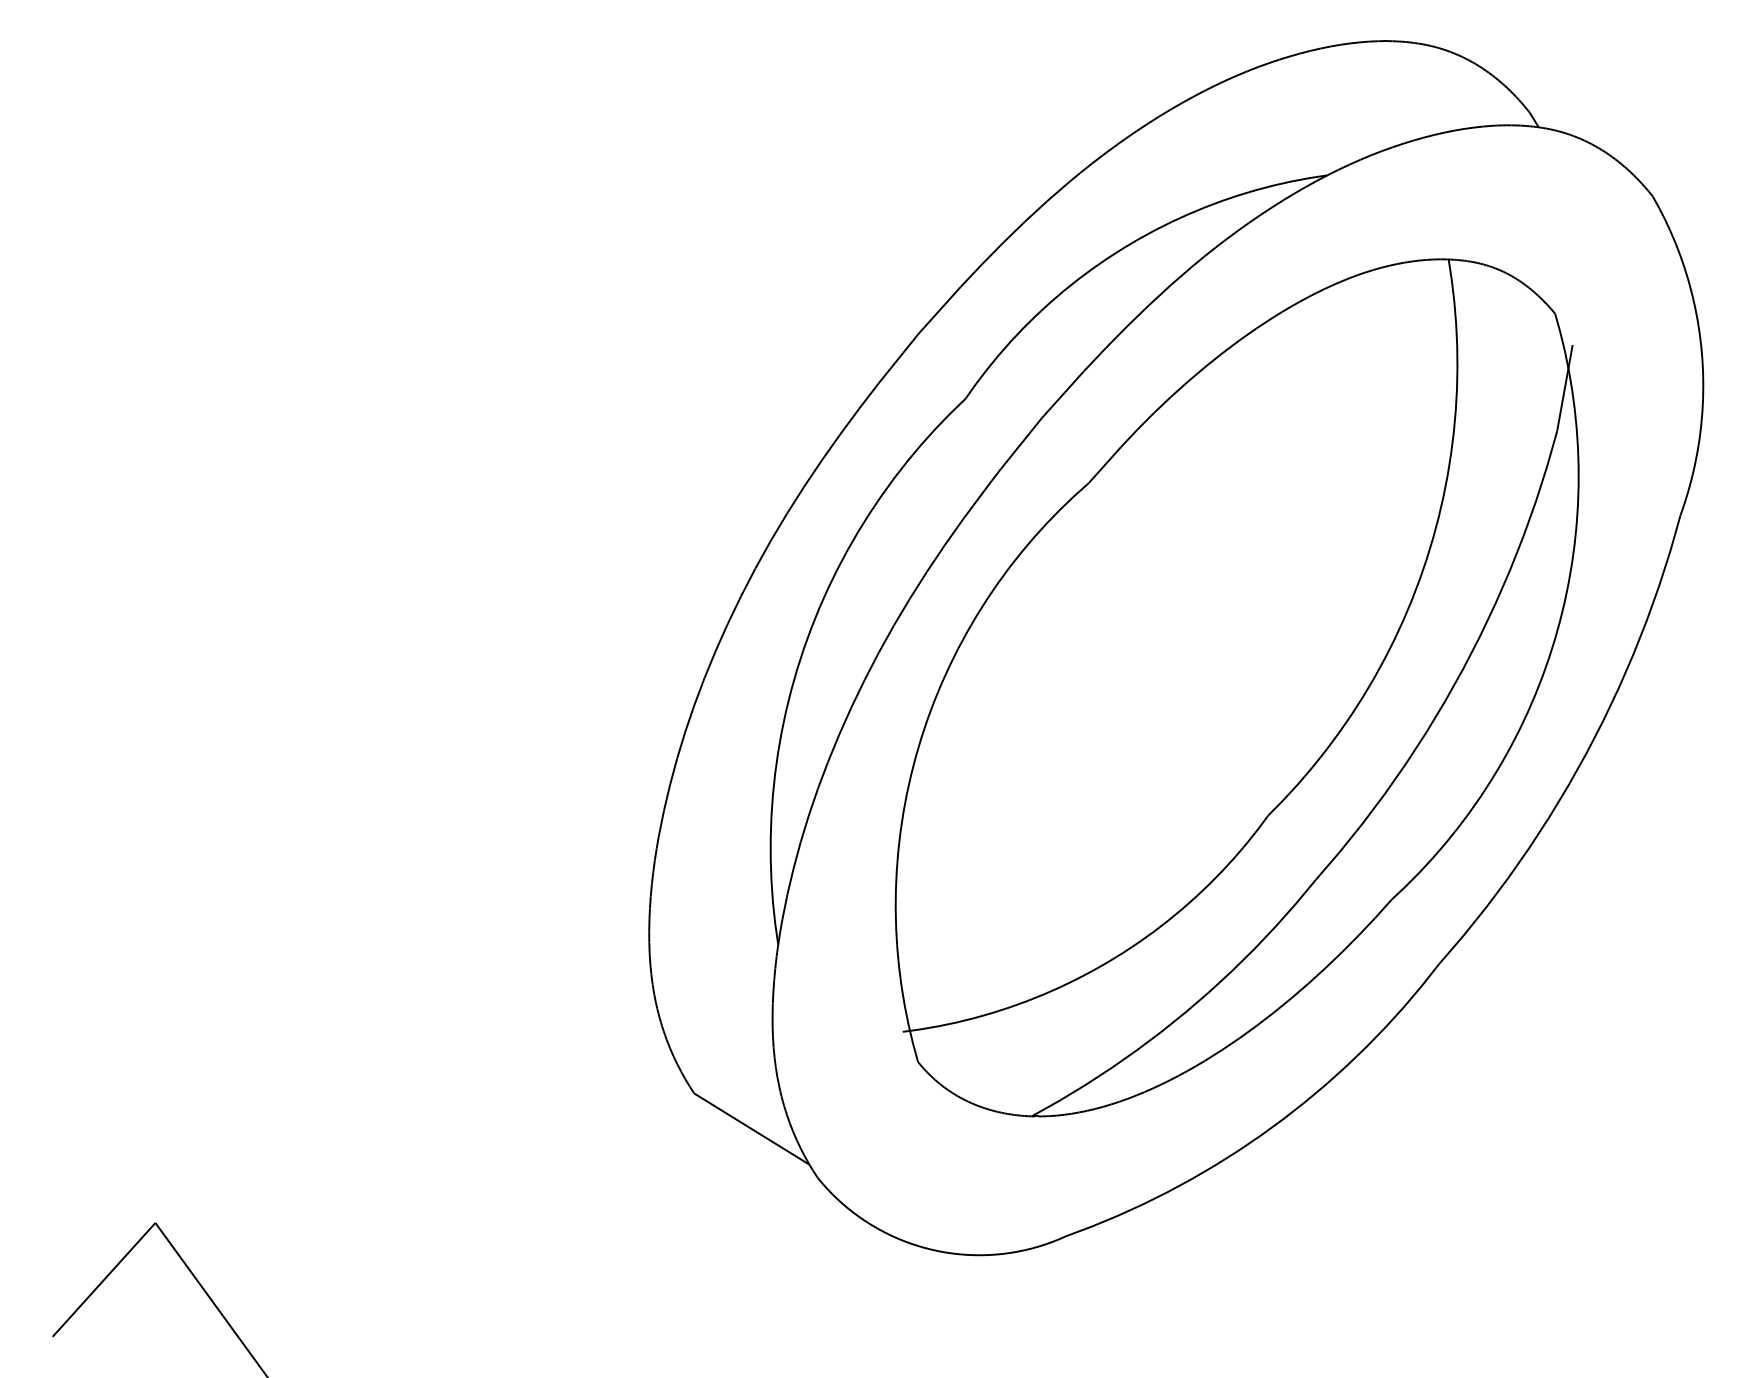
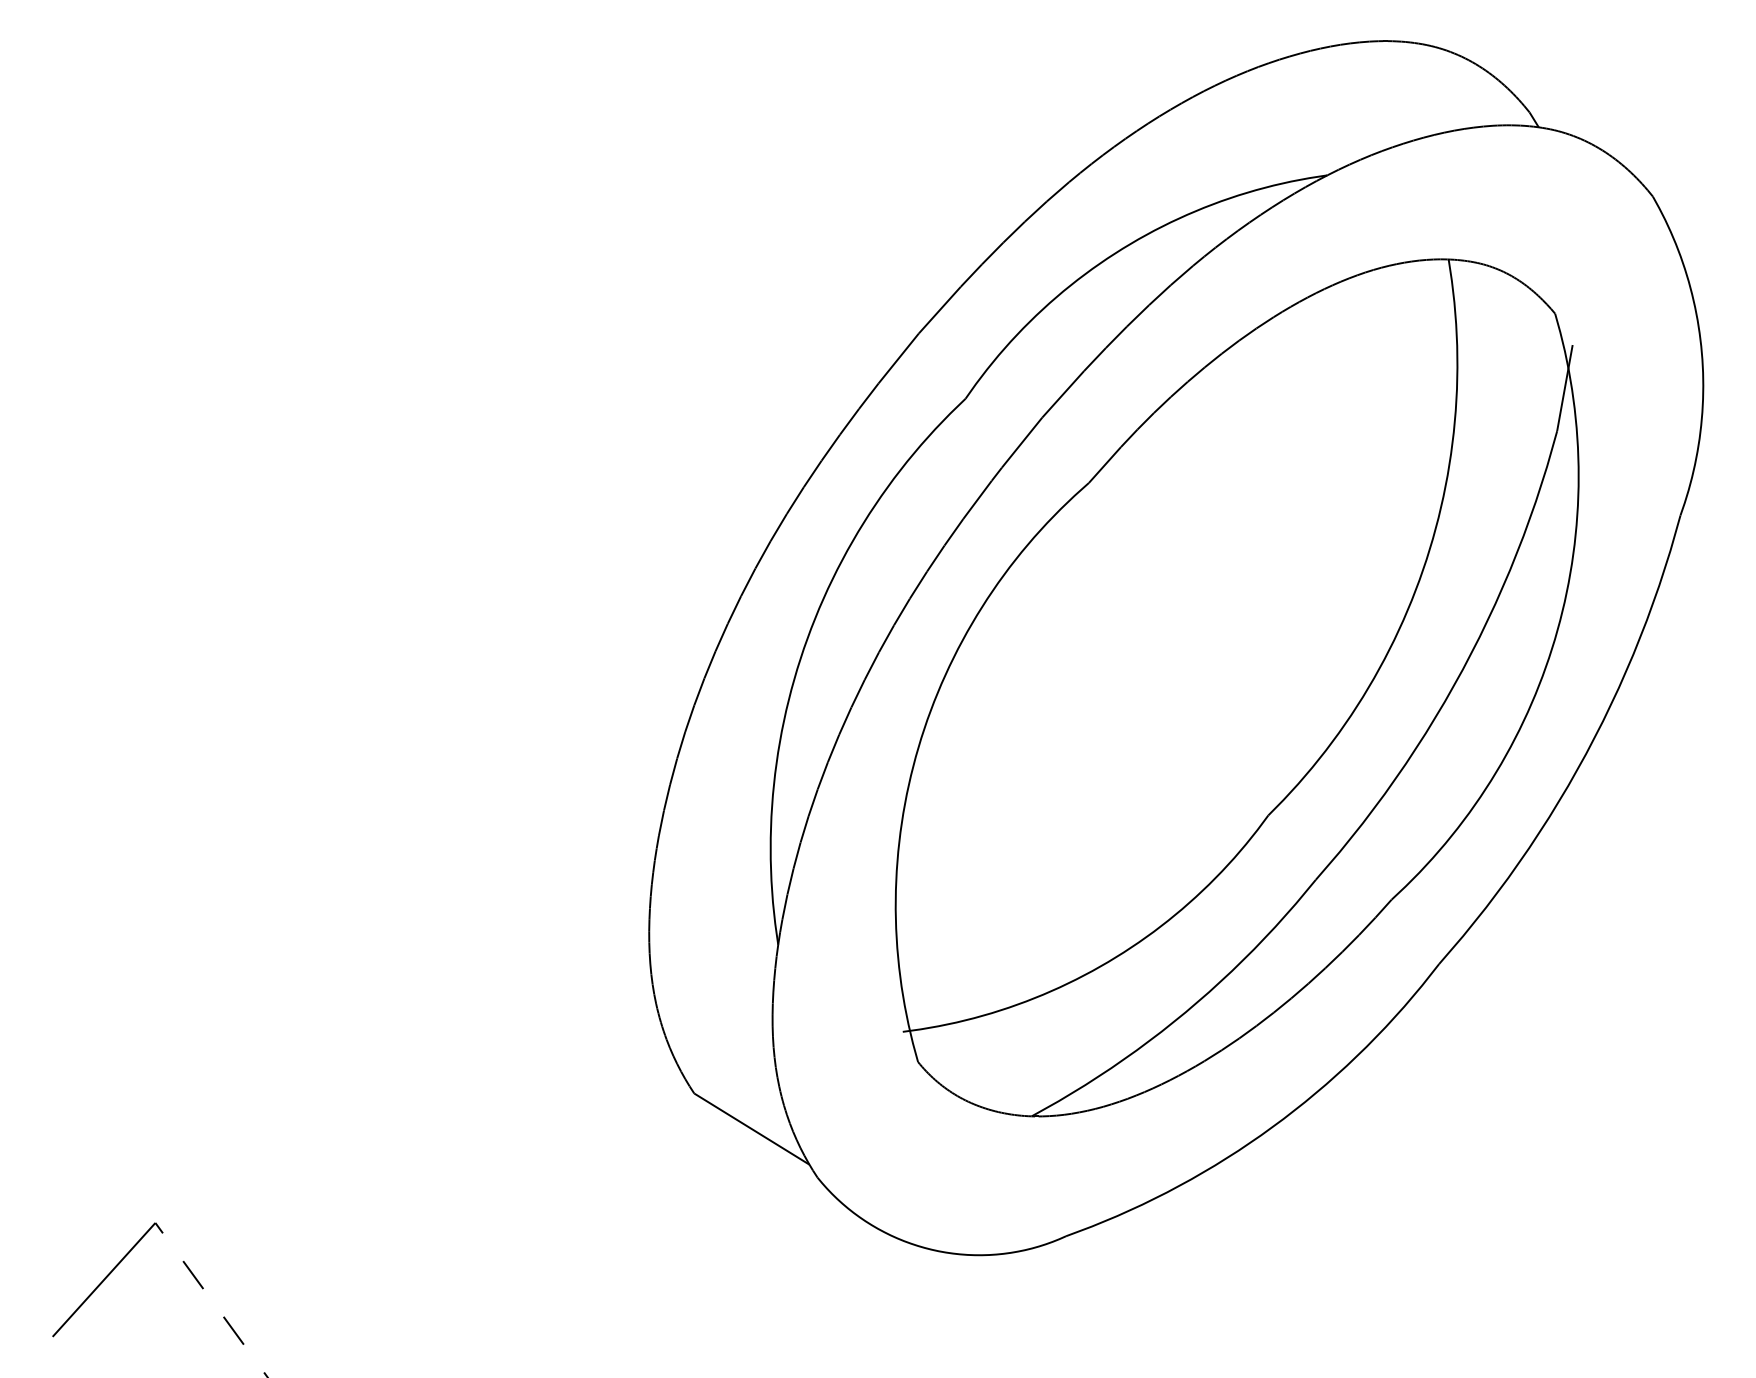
line at (211, 1300): solid -> dashed
